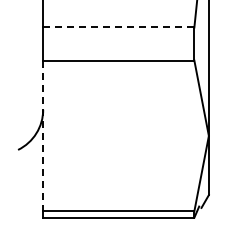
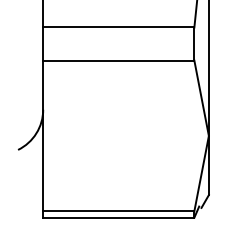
line at (118, 27): dashed -> solid
line at (43, 136): dashed -> solid
